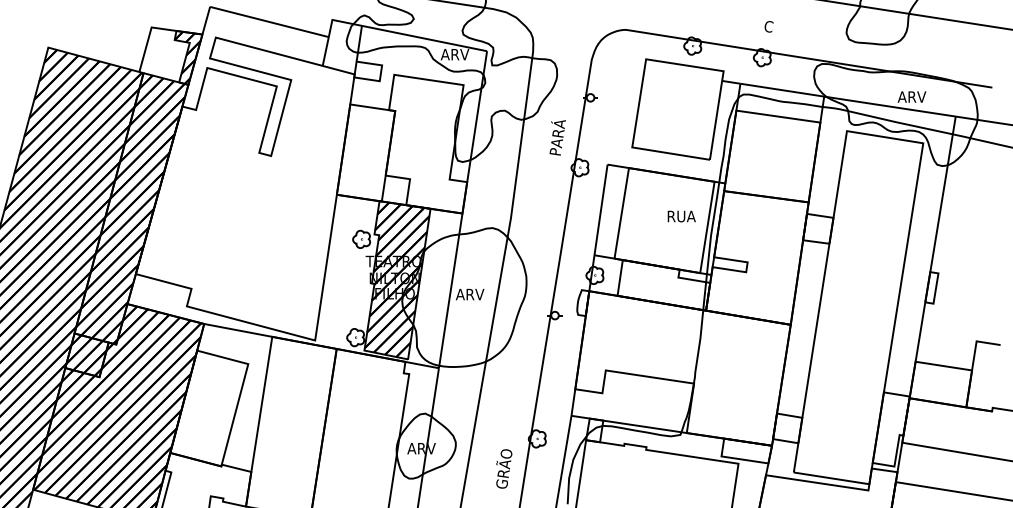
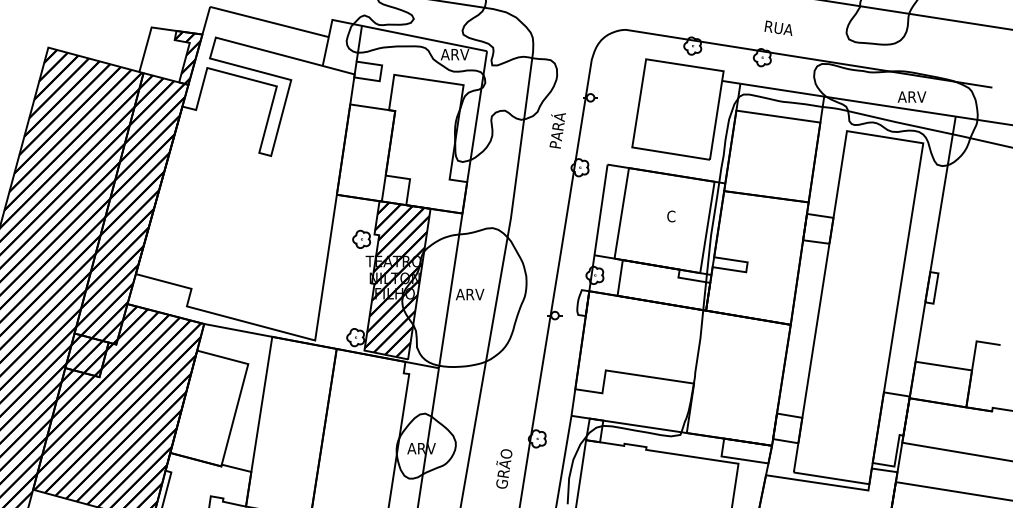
text at (778, 27): C -> RUA
text at (557, 137) position: (557, 137) -> (557, 130)
text at (681, 216): RUA -> C
